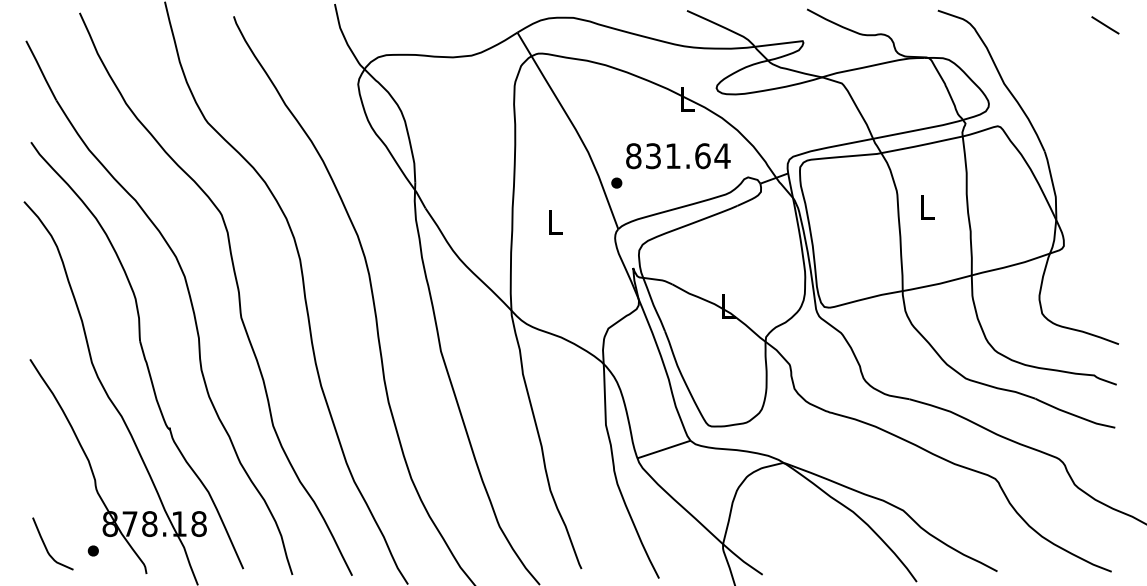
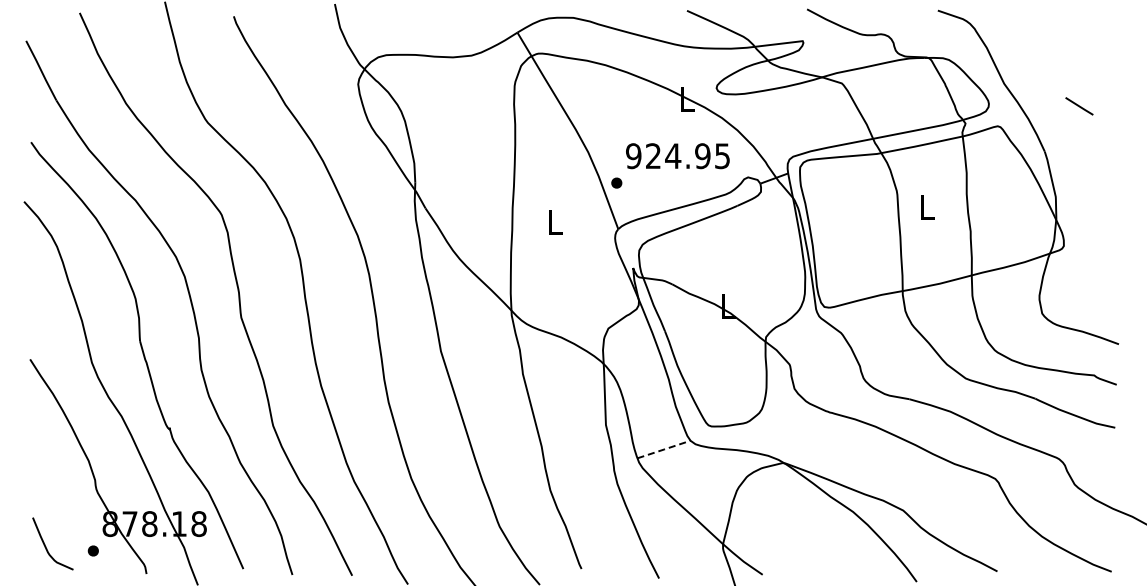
line at (1105, 25) position: (1105, 25) -> (1079, 106)
text at (678, 156): 831.64 -> 924.95
line at (664, 449): solid -> dashed
